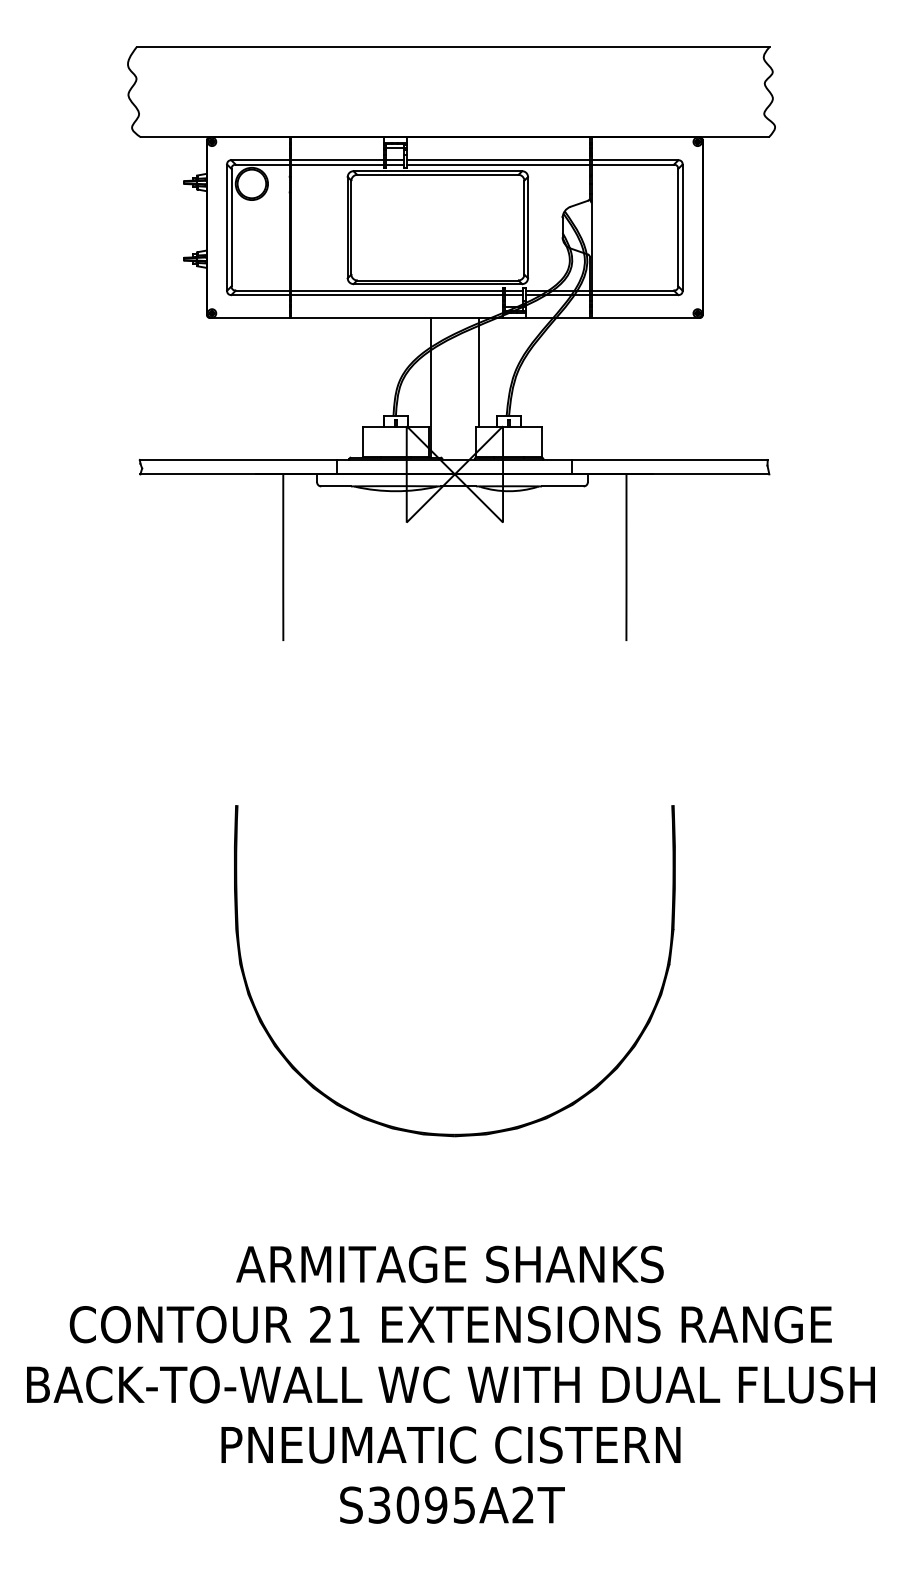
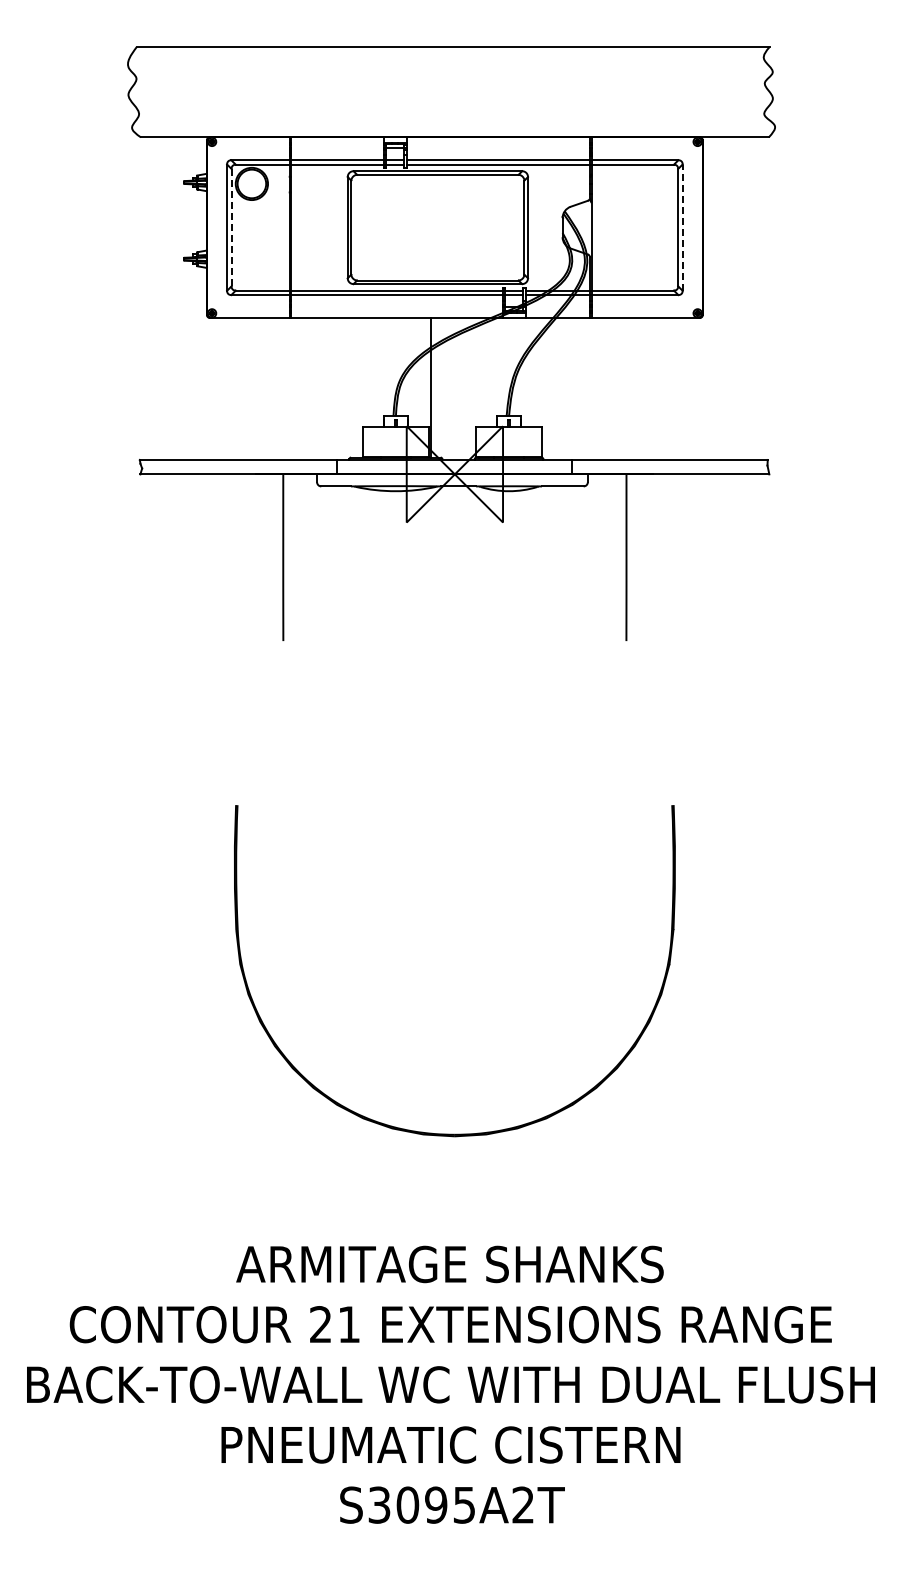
line at (231, 227): solid -> dashed
line at (682, 227): solid -> dashed
line at (478, 371): present -> none
